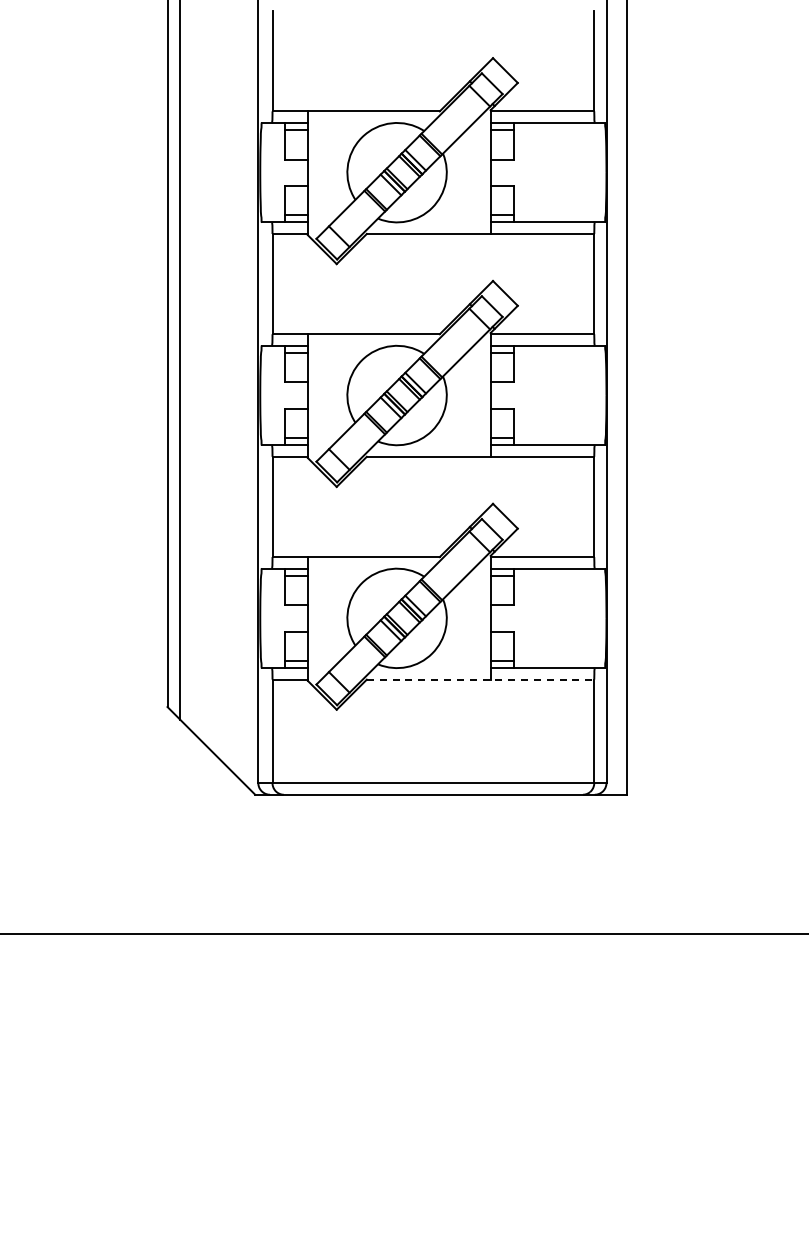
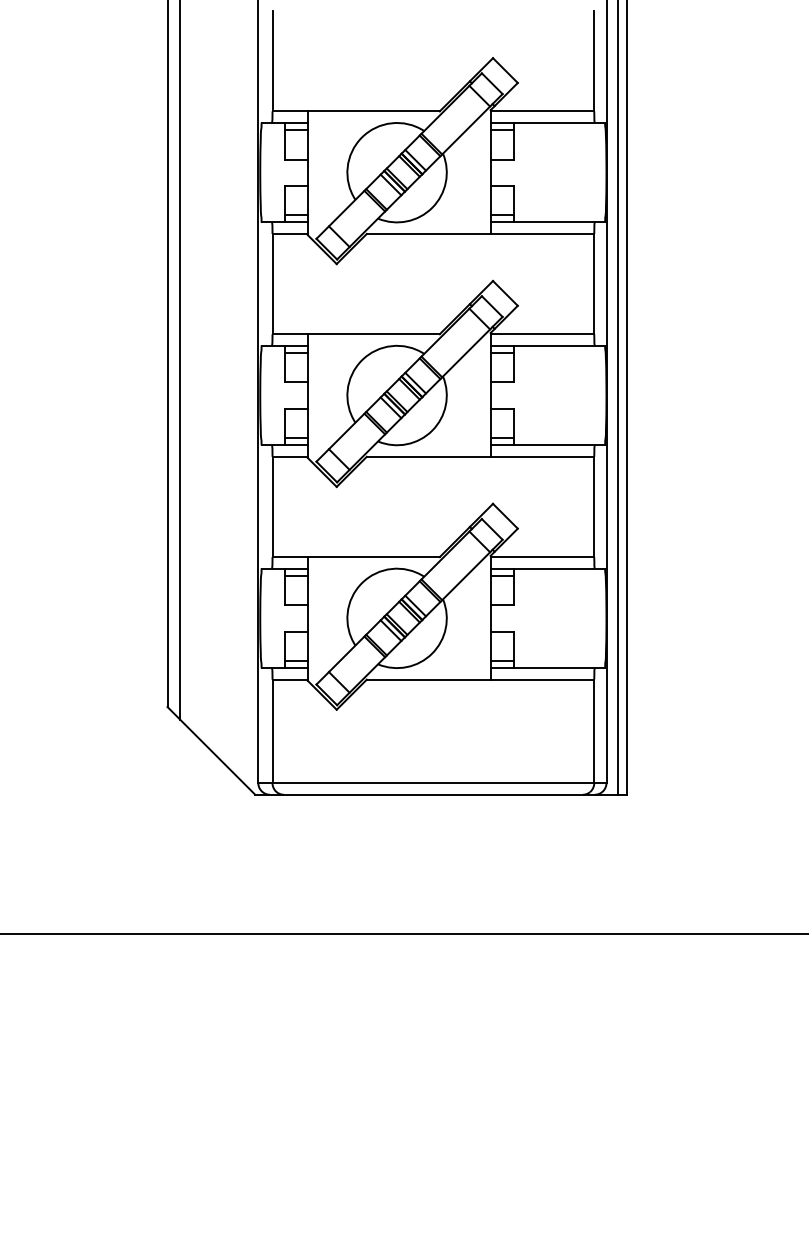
line at (618, 398): none -> present
line at (480, 679): dashed -> solid
